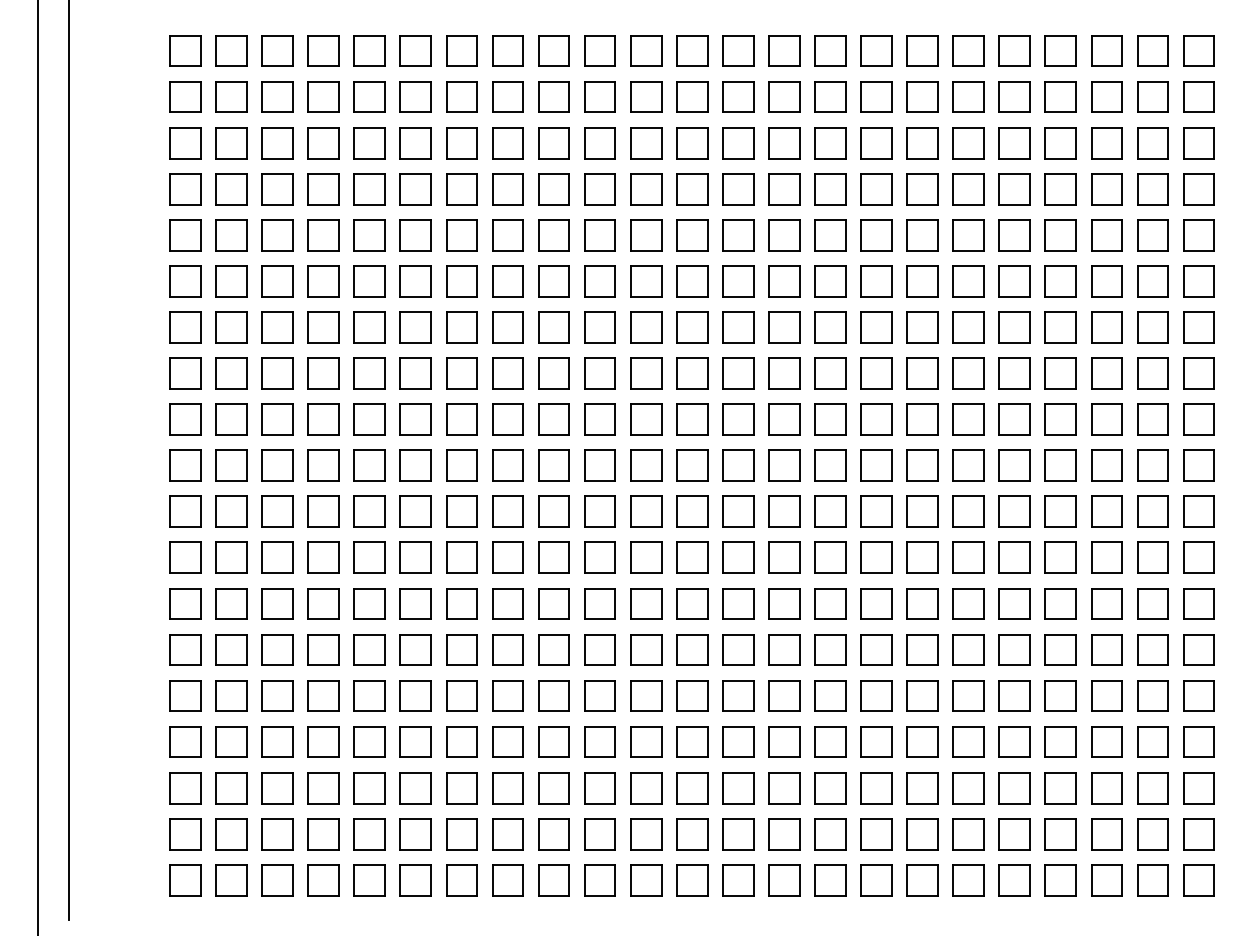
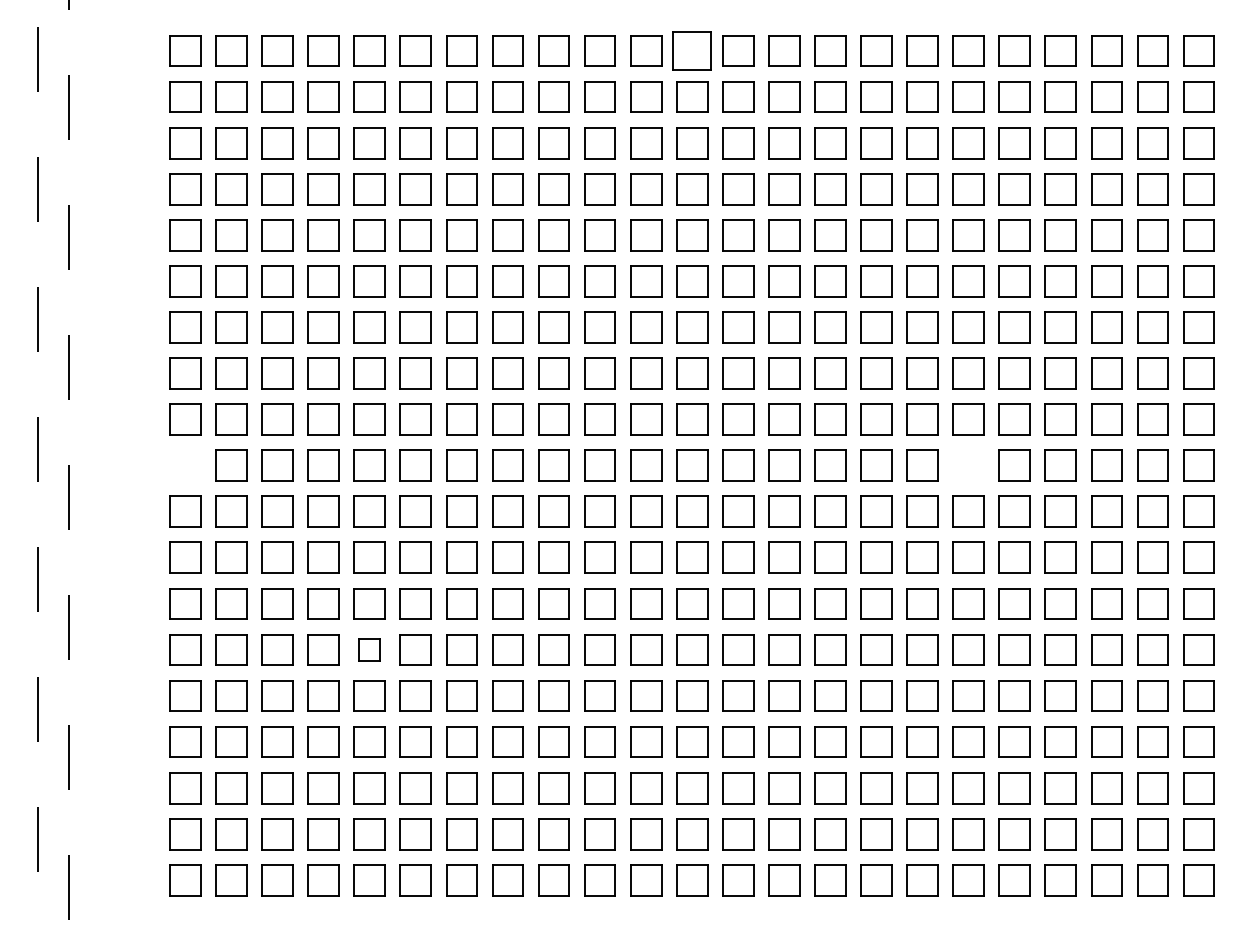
part at (692, 50) size: 33x32 px -> 40x40 px
line at (68, 460): solid -> dashed
part at (185, 465): present -> none
part at (968, 465): present -> none
line at (37, 468): solid -> dashed
part at (369, 649) size: 33x32 px -> 23x24 px
